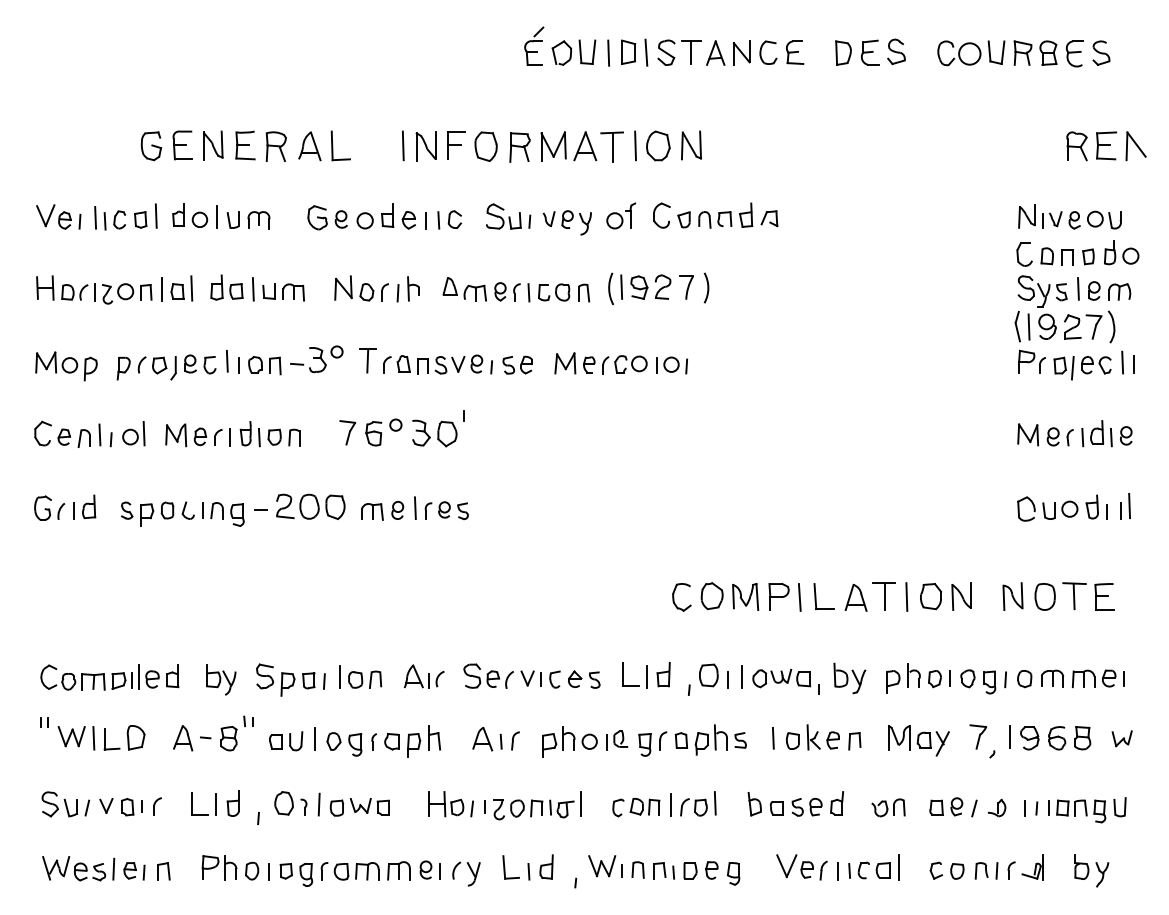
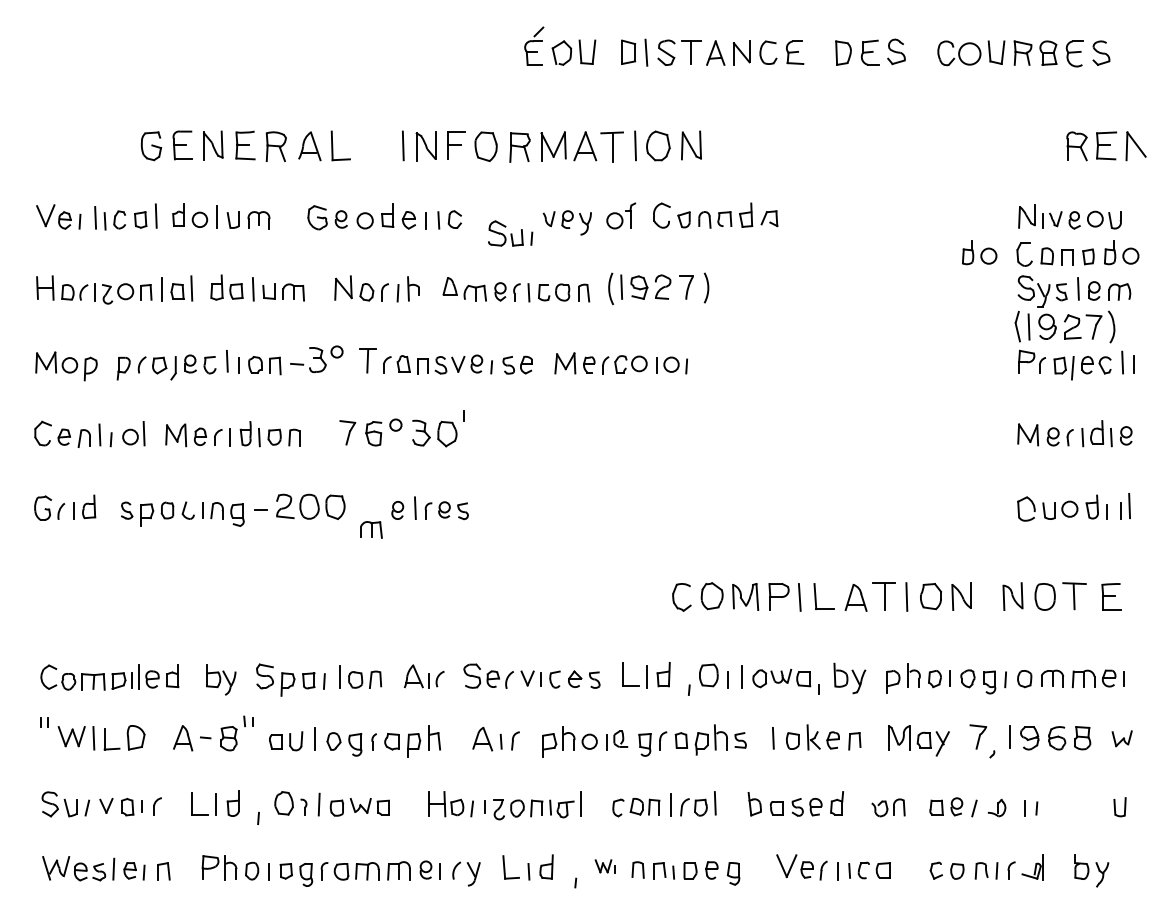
line at (608, 52): present -> none
part at (508, 216) position: (508, 216) -> (510, 233)
part at (979, 252): none -> present
part at (372, 511) position: (372, 511) -> (371, 529)
part at (1104, 596) position: (1104, 596) -> (1111, 596)
part at (1077, 811): present -> none
part at (605, 866) size: 35x23 px -> 22x15 px
line at (898, 867): present -> none
